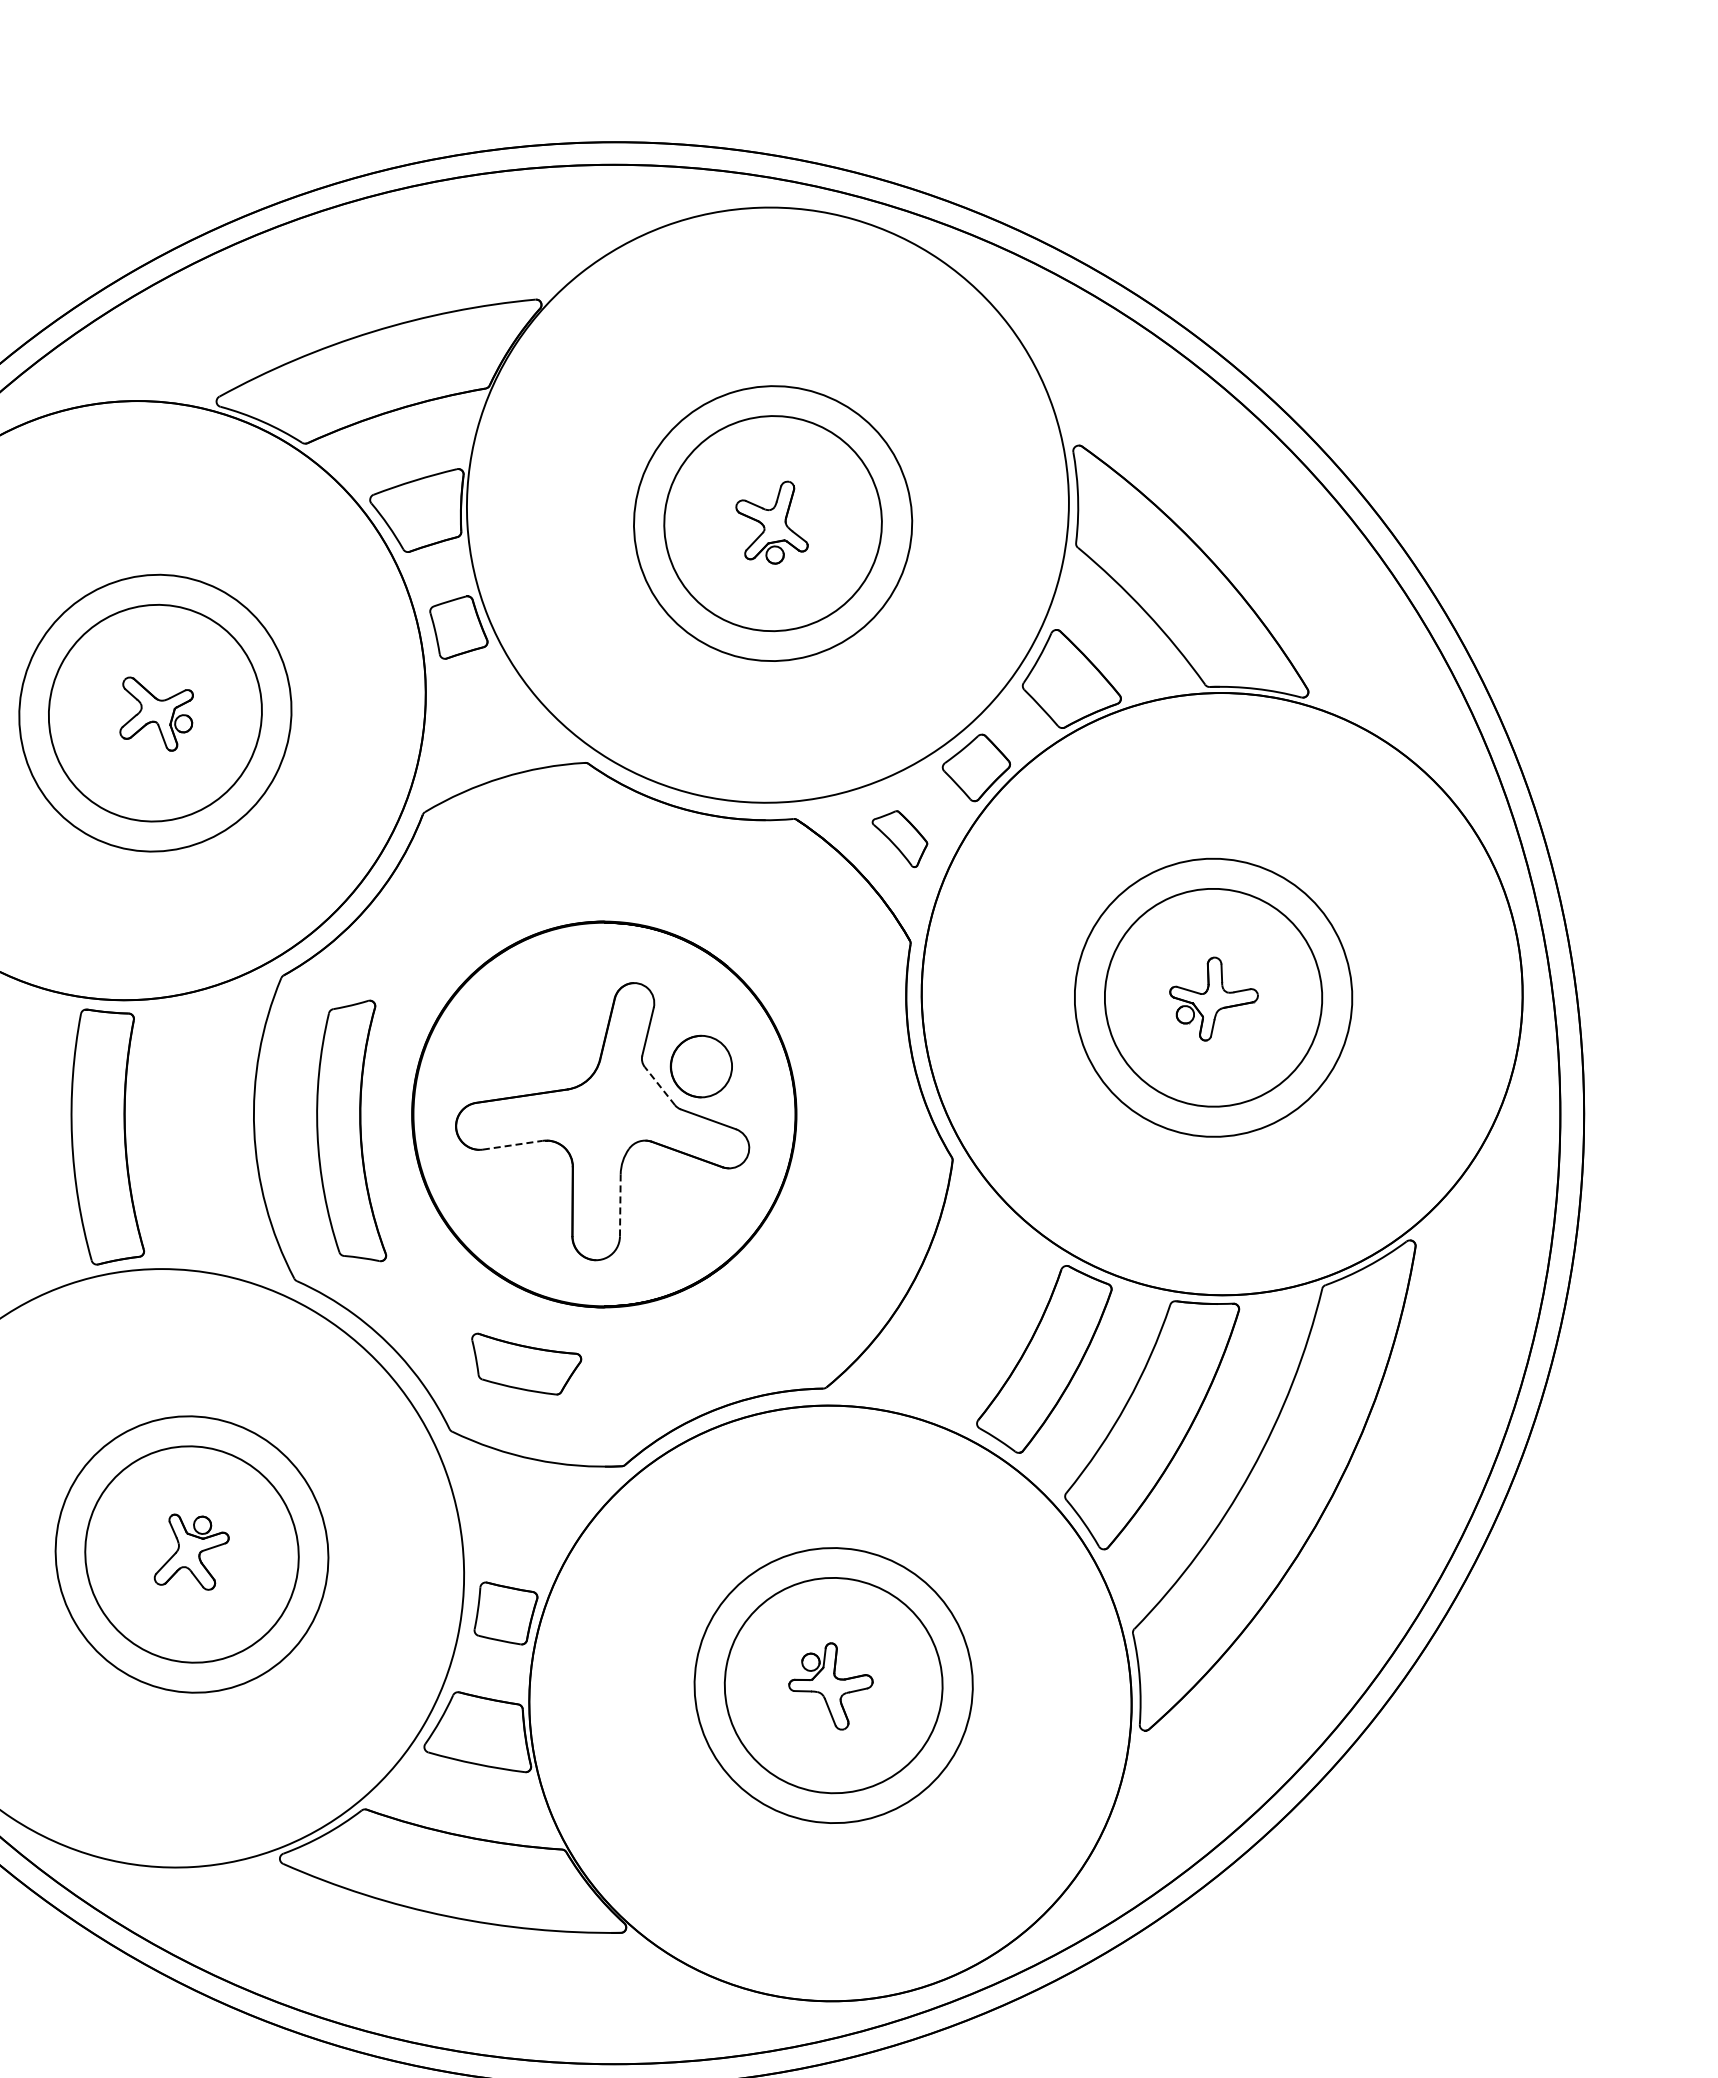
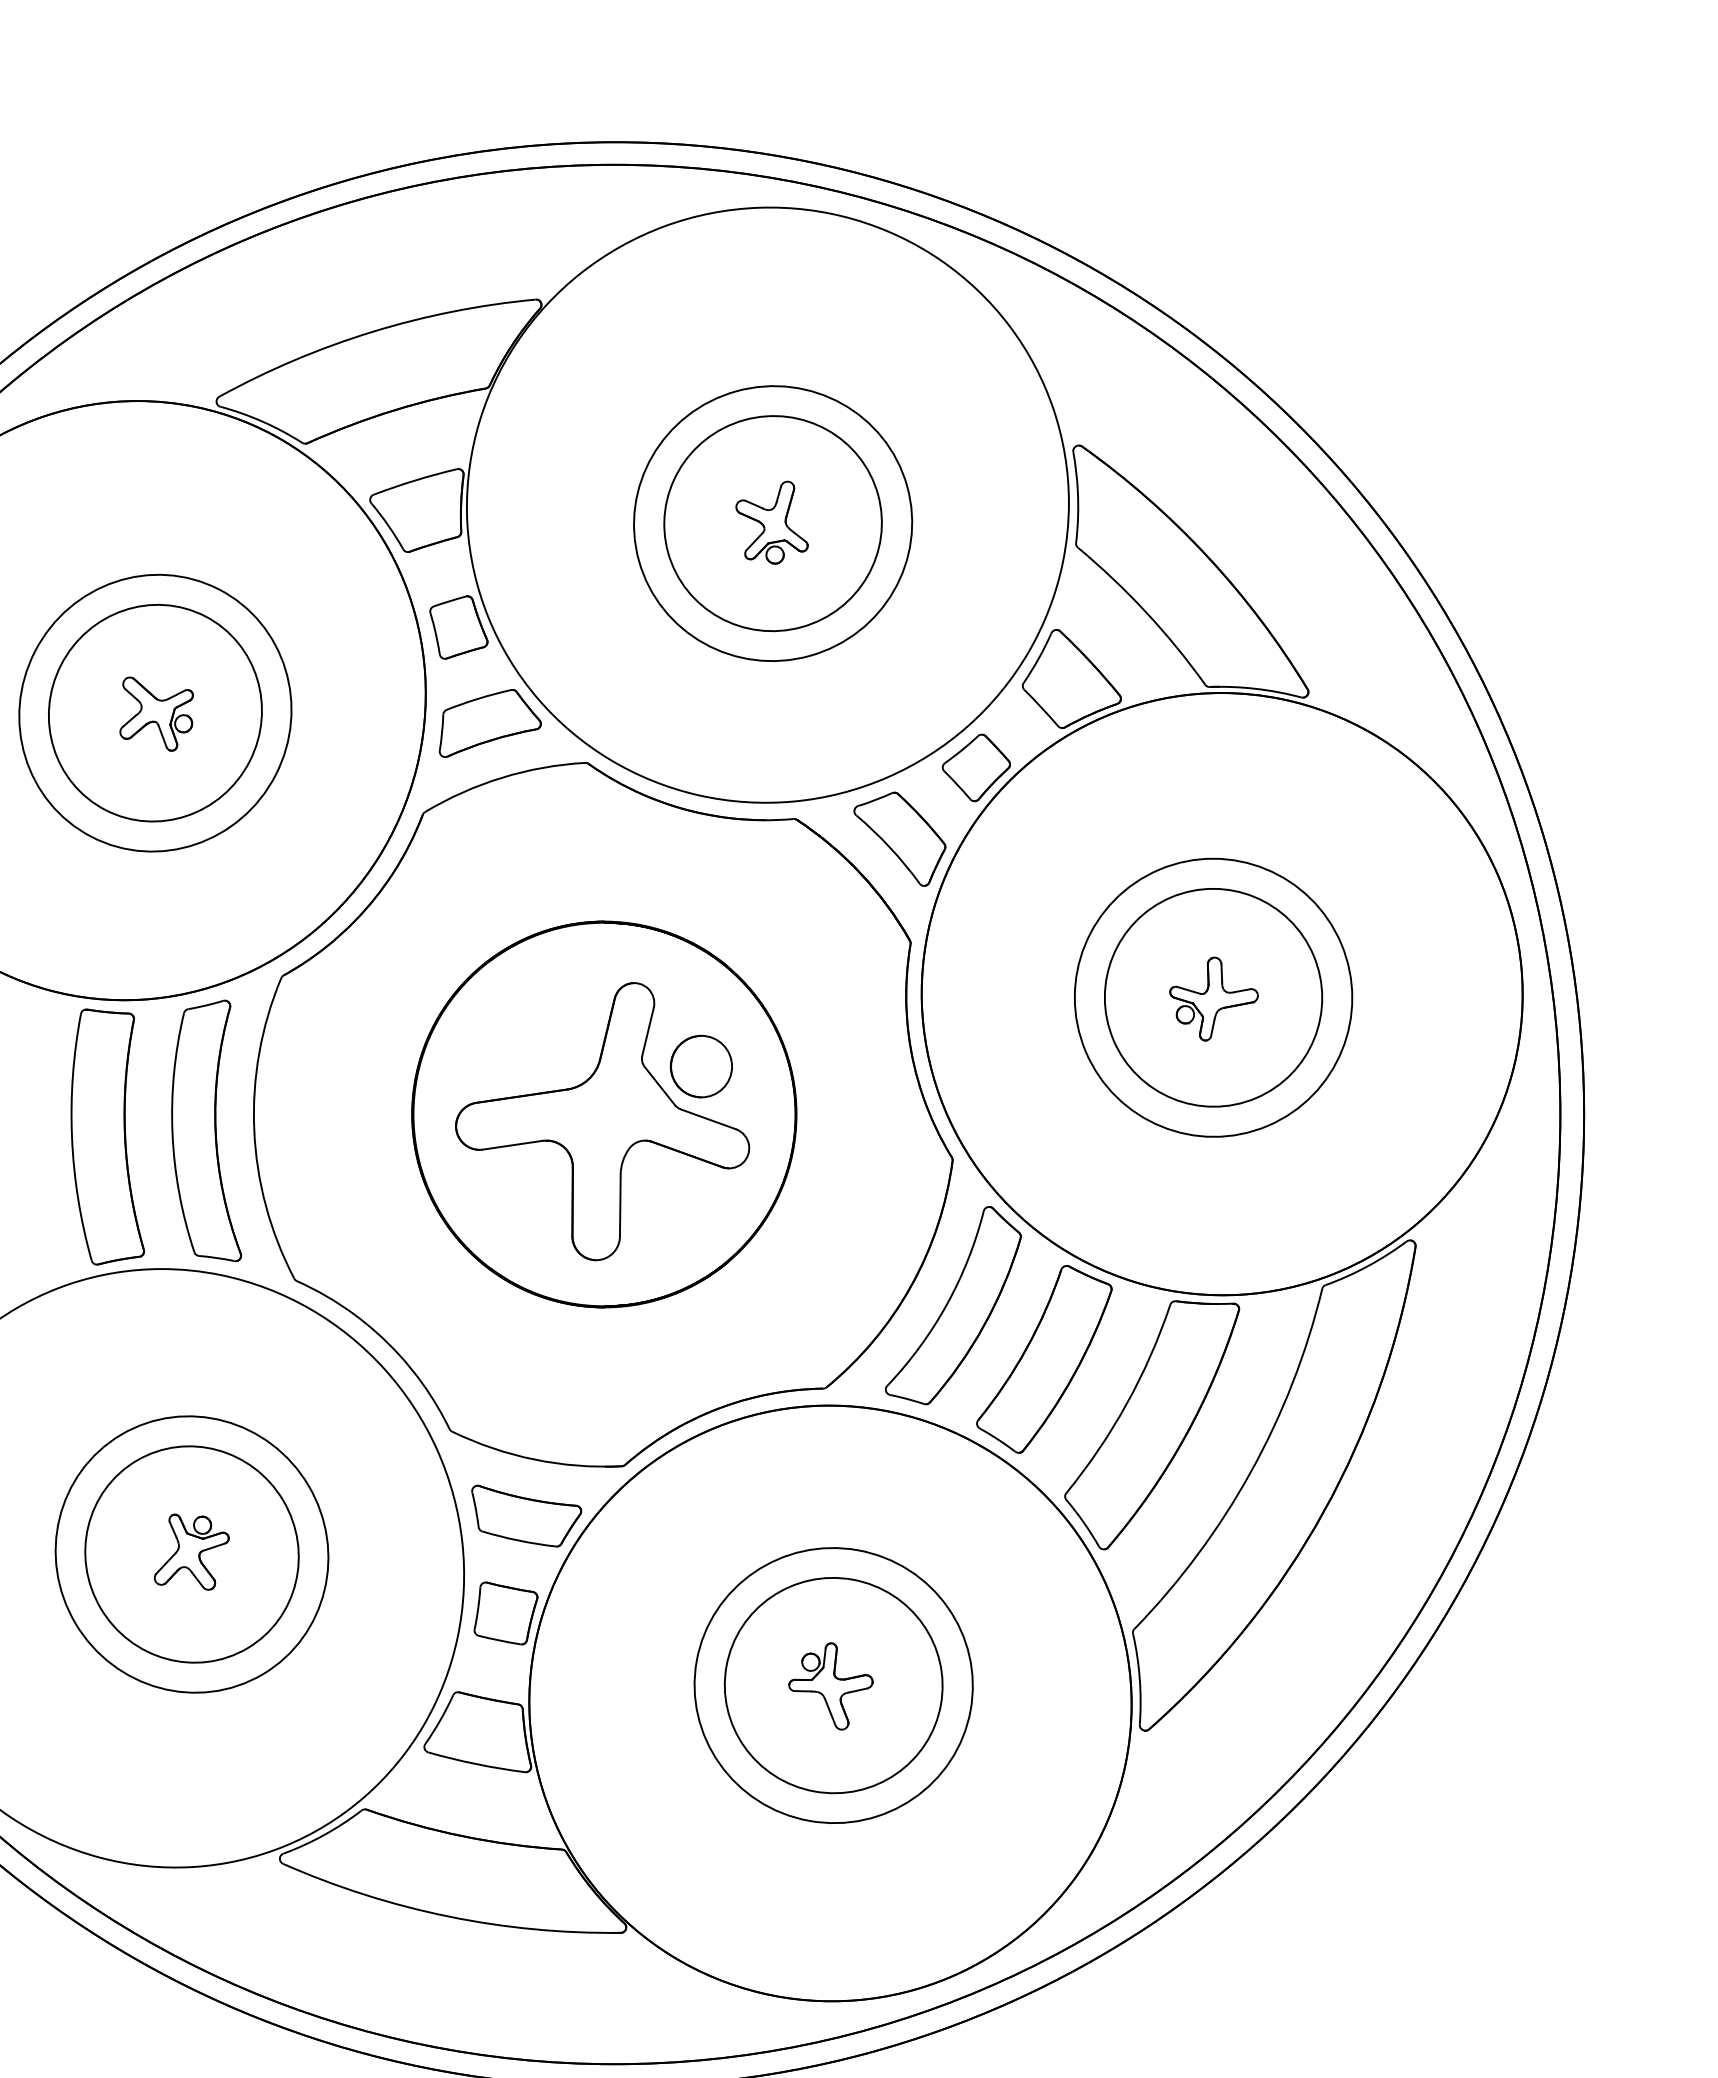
part at (489, 723): none -> present
part at (899, 839) size: 58x59 px -> 94x96 px
line at (659, 1085): dashed -> solid
part at (351, 1130) position: (351, 1130) -> (206, 1130)
line at (513, 1145): dashed -> solid
line at (620, 1205): dashed -> solid
part at (952, 1305): none -> present
part at (526, 1363) position: (526, 1363) -> (526, 1515)
